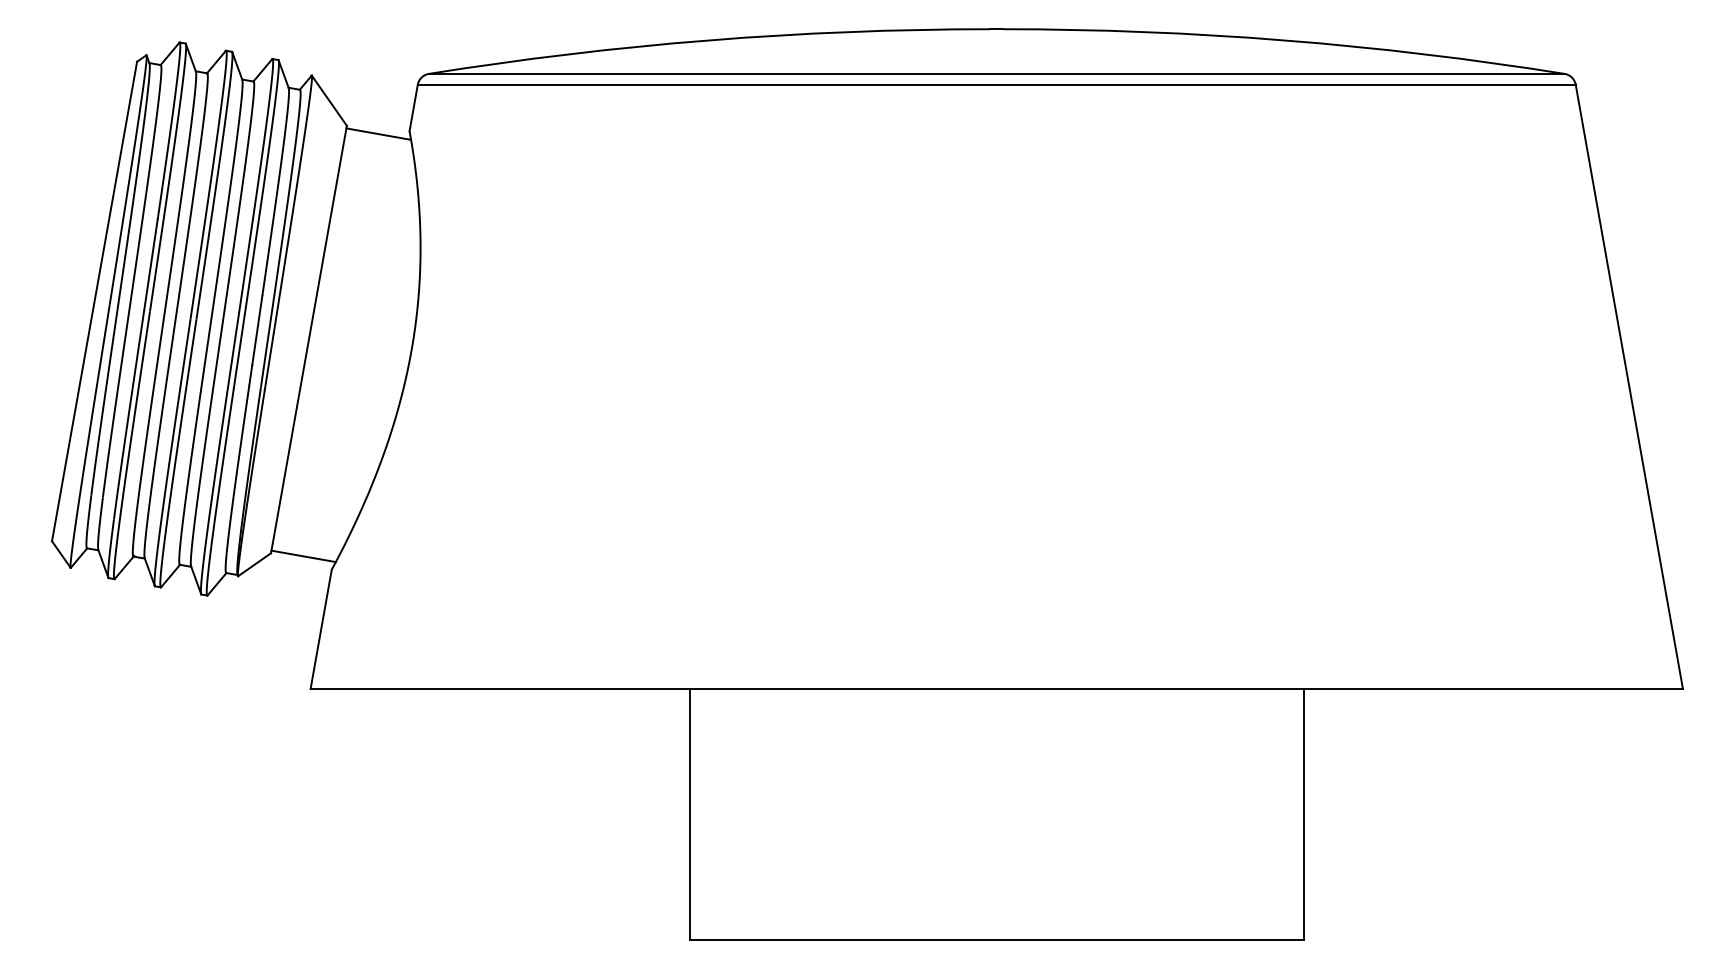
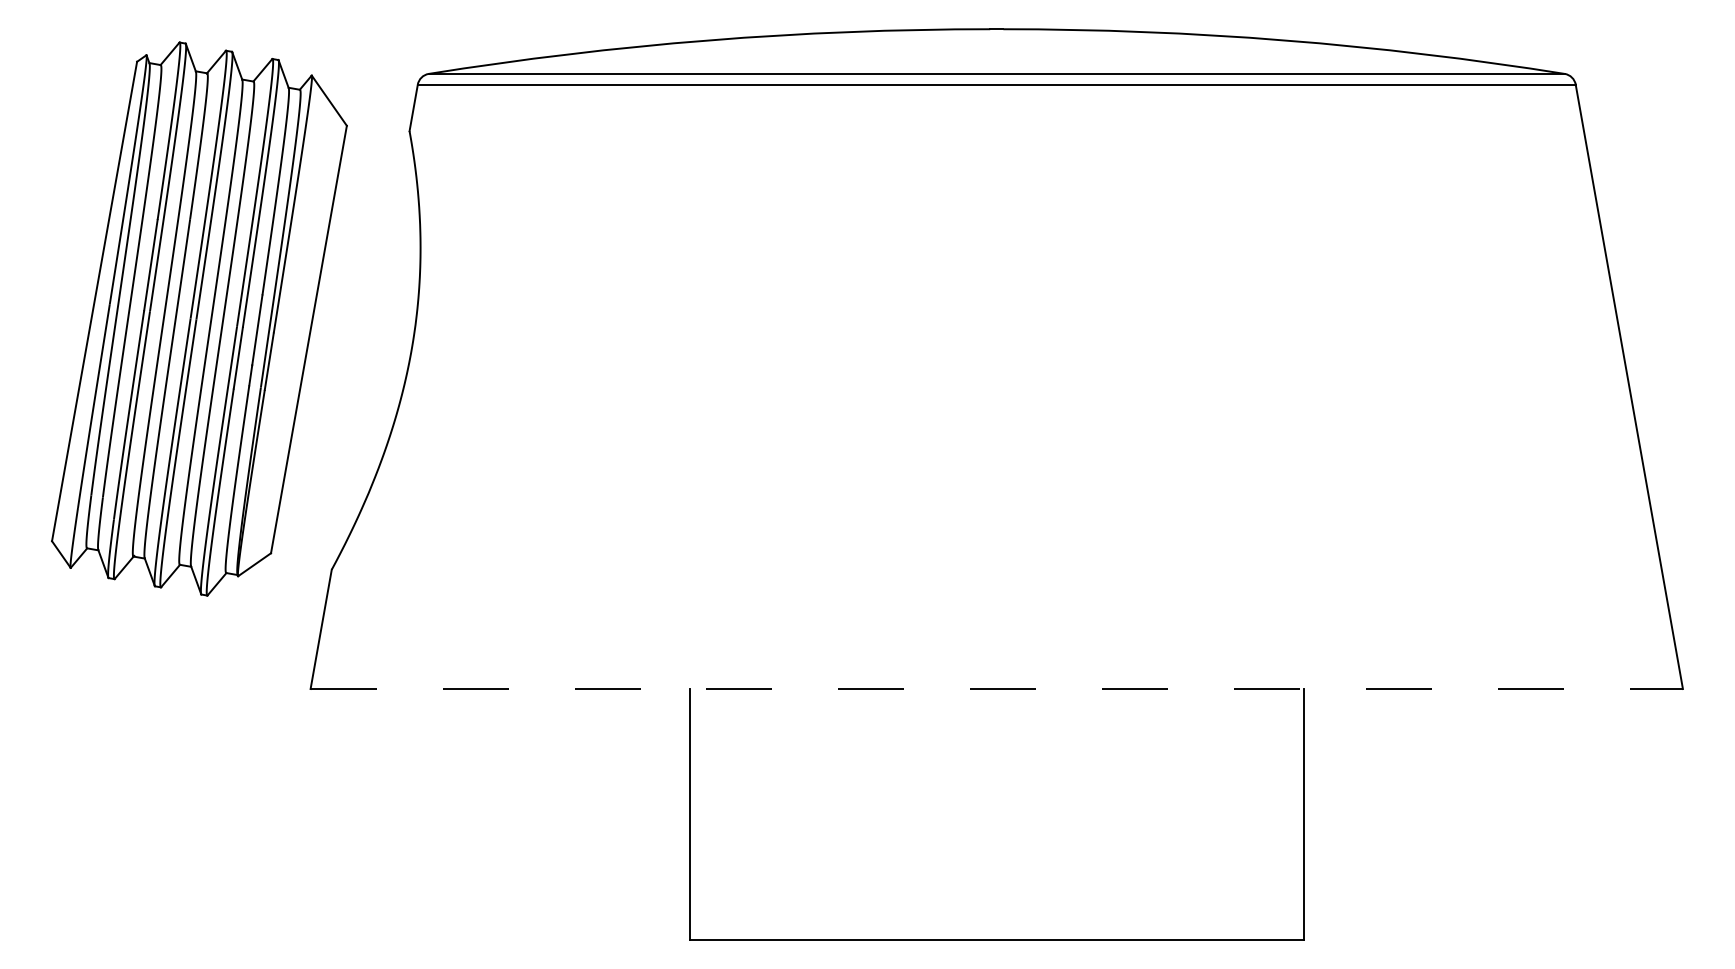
line at (378, 133): present -> none
line at (303, 556): present -> none
line at (997, 689): solid -> dashed
